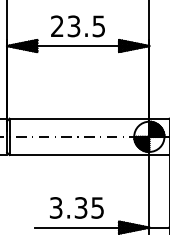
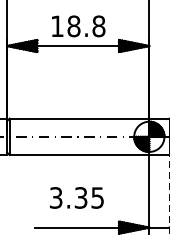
text at (78, 26): 23.5 -> 18.8
line at (169, 193): solid -> dashed
text at (76, 207) position: (76, 207) -> (76, 197)
